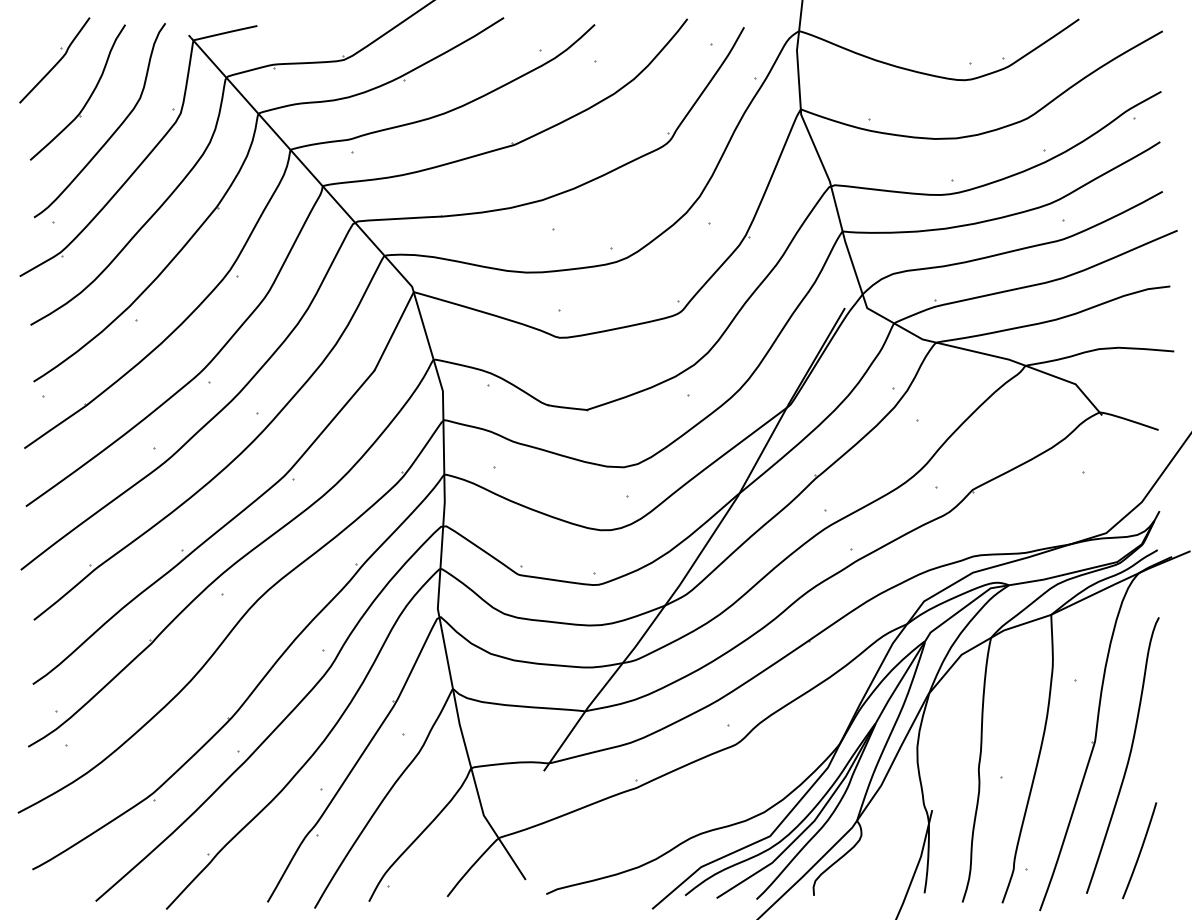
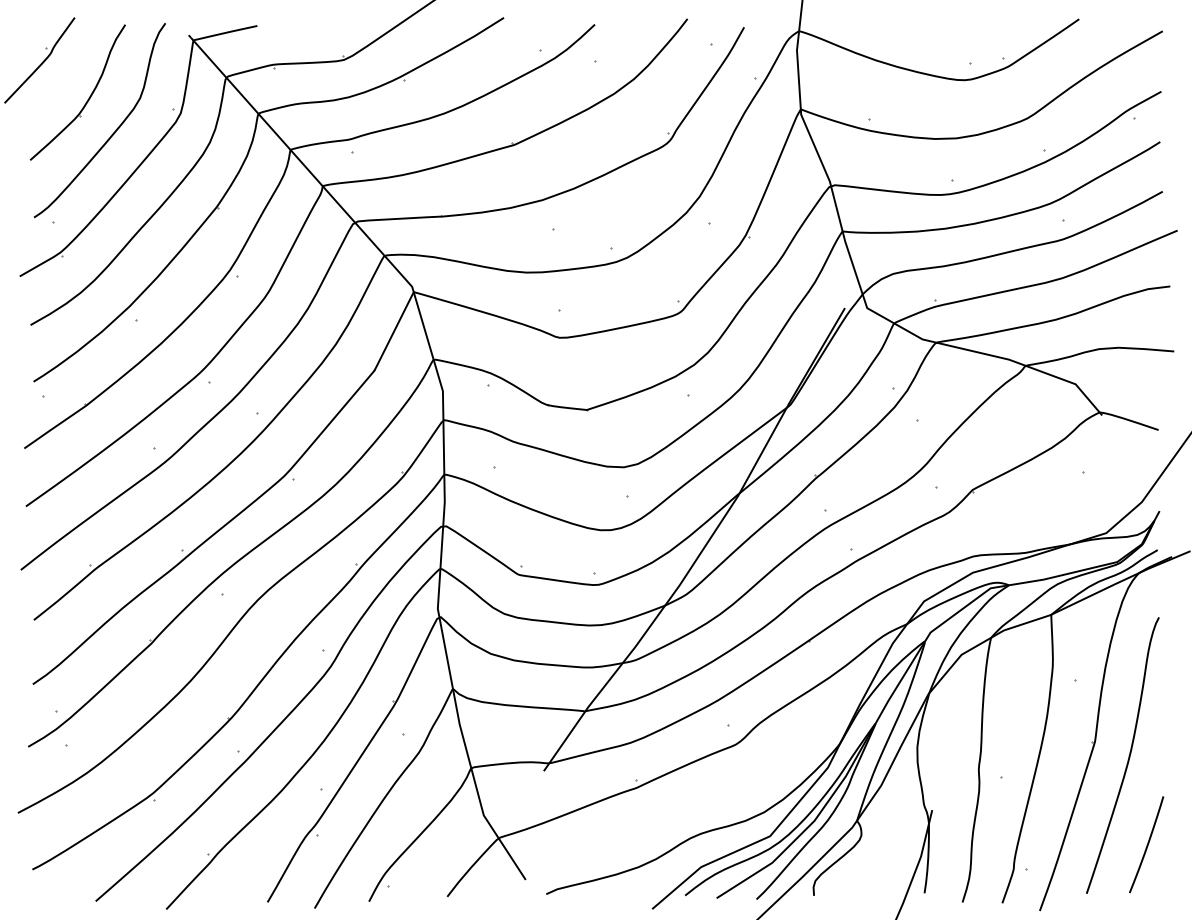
part at (54, 60) position: (54, 60) -> (39, 60)
curve at (1140, 850) position: (1140, 850) -> (1147, 844)
